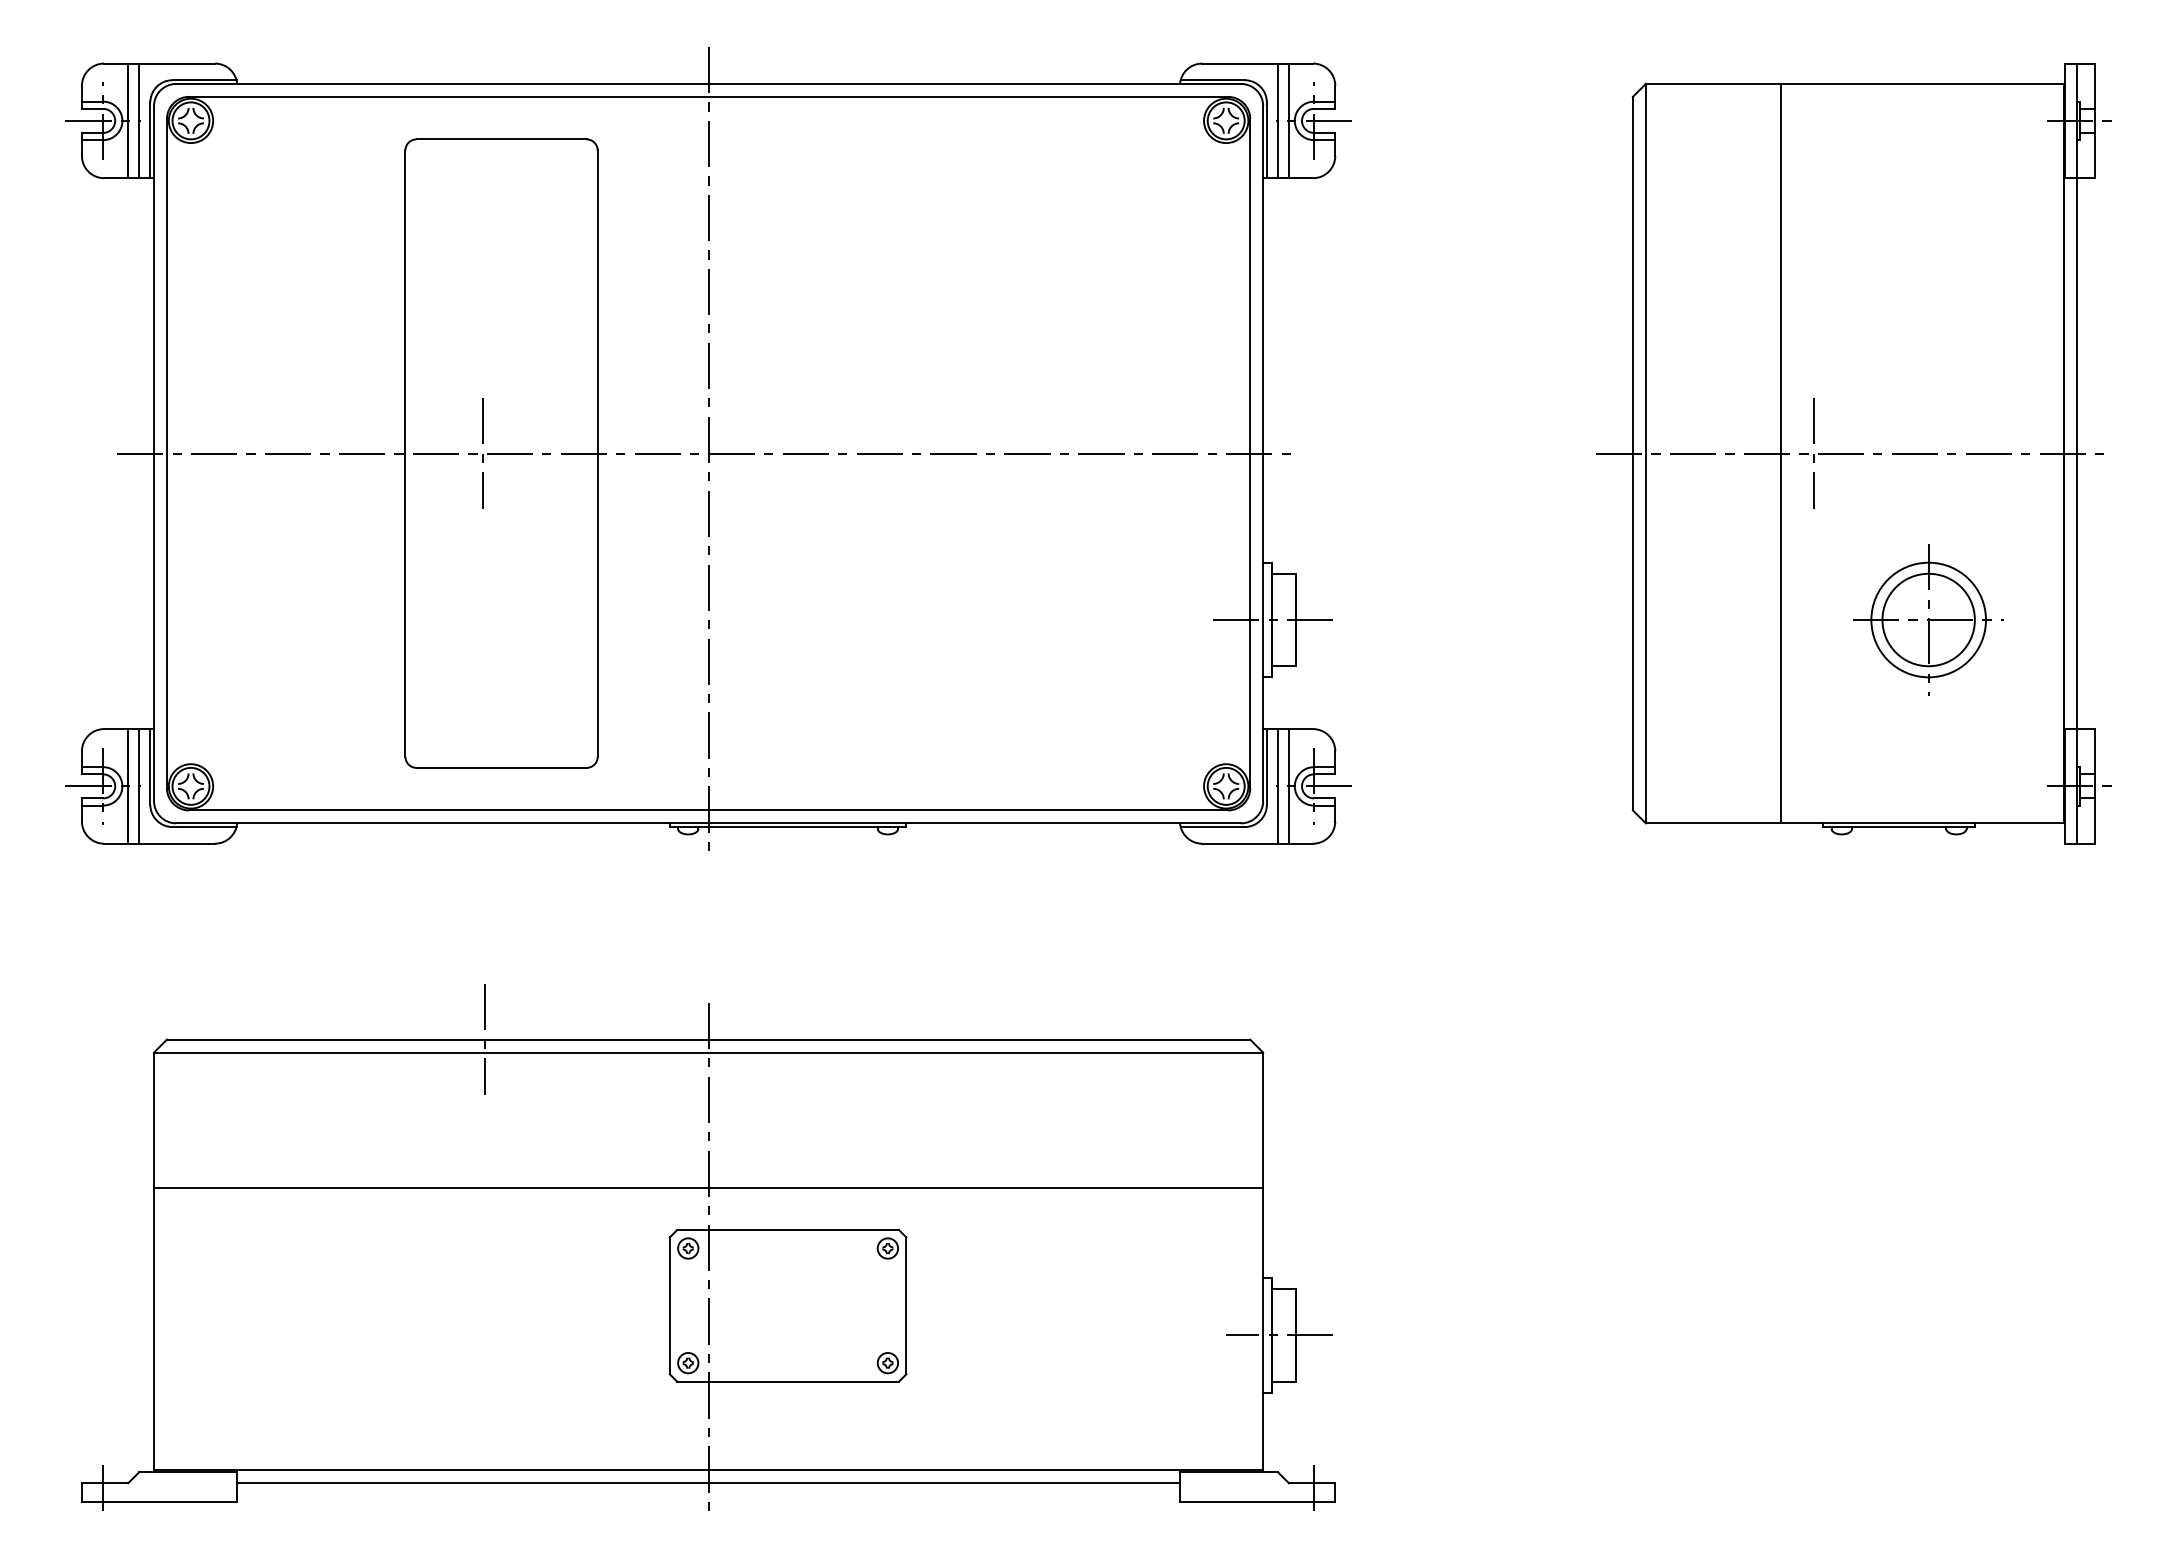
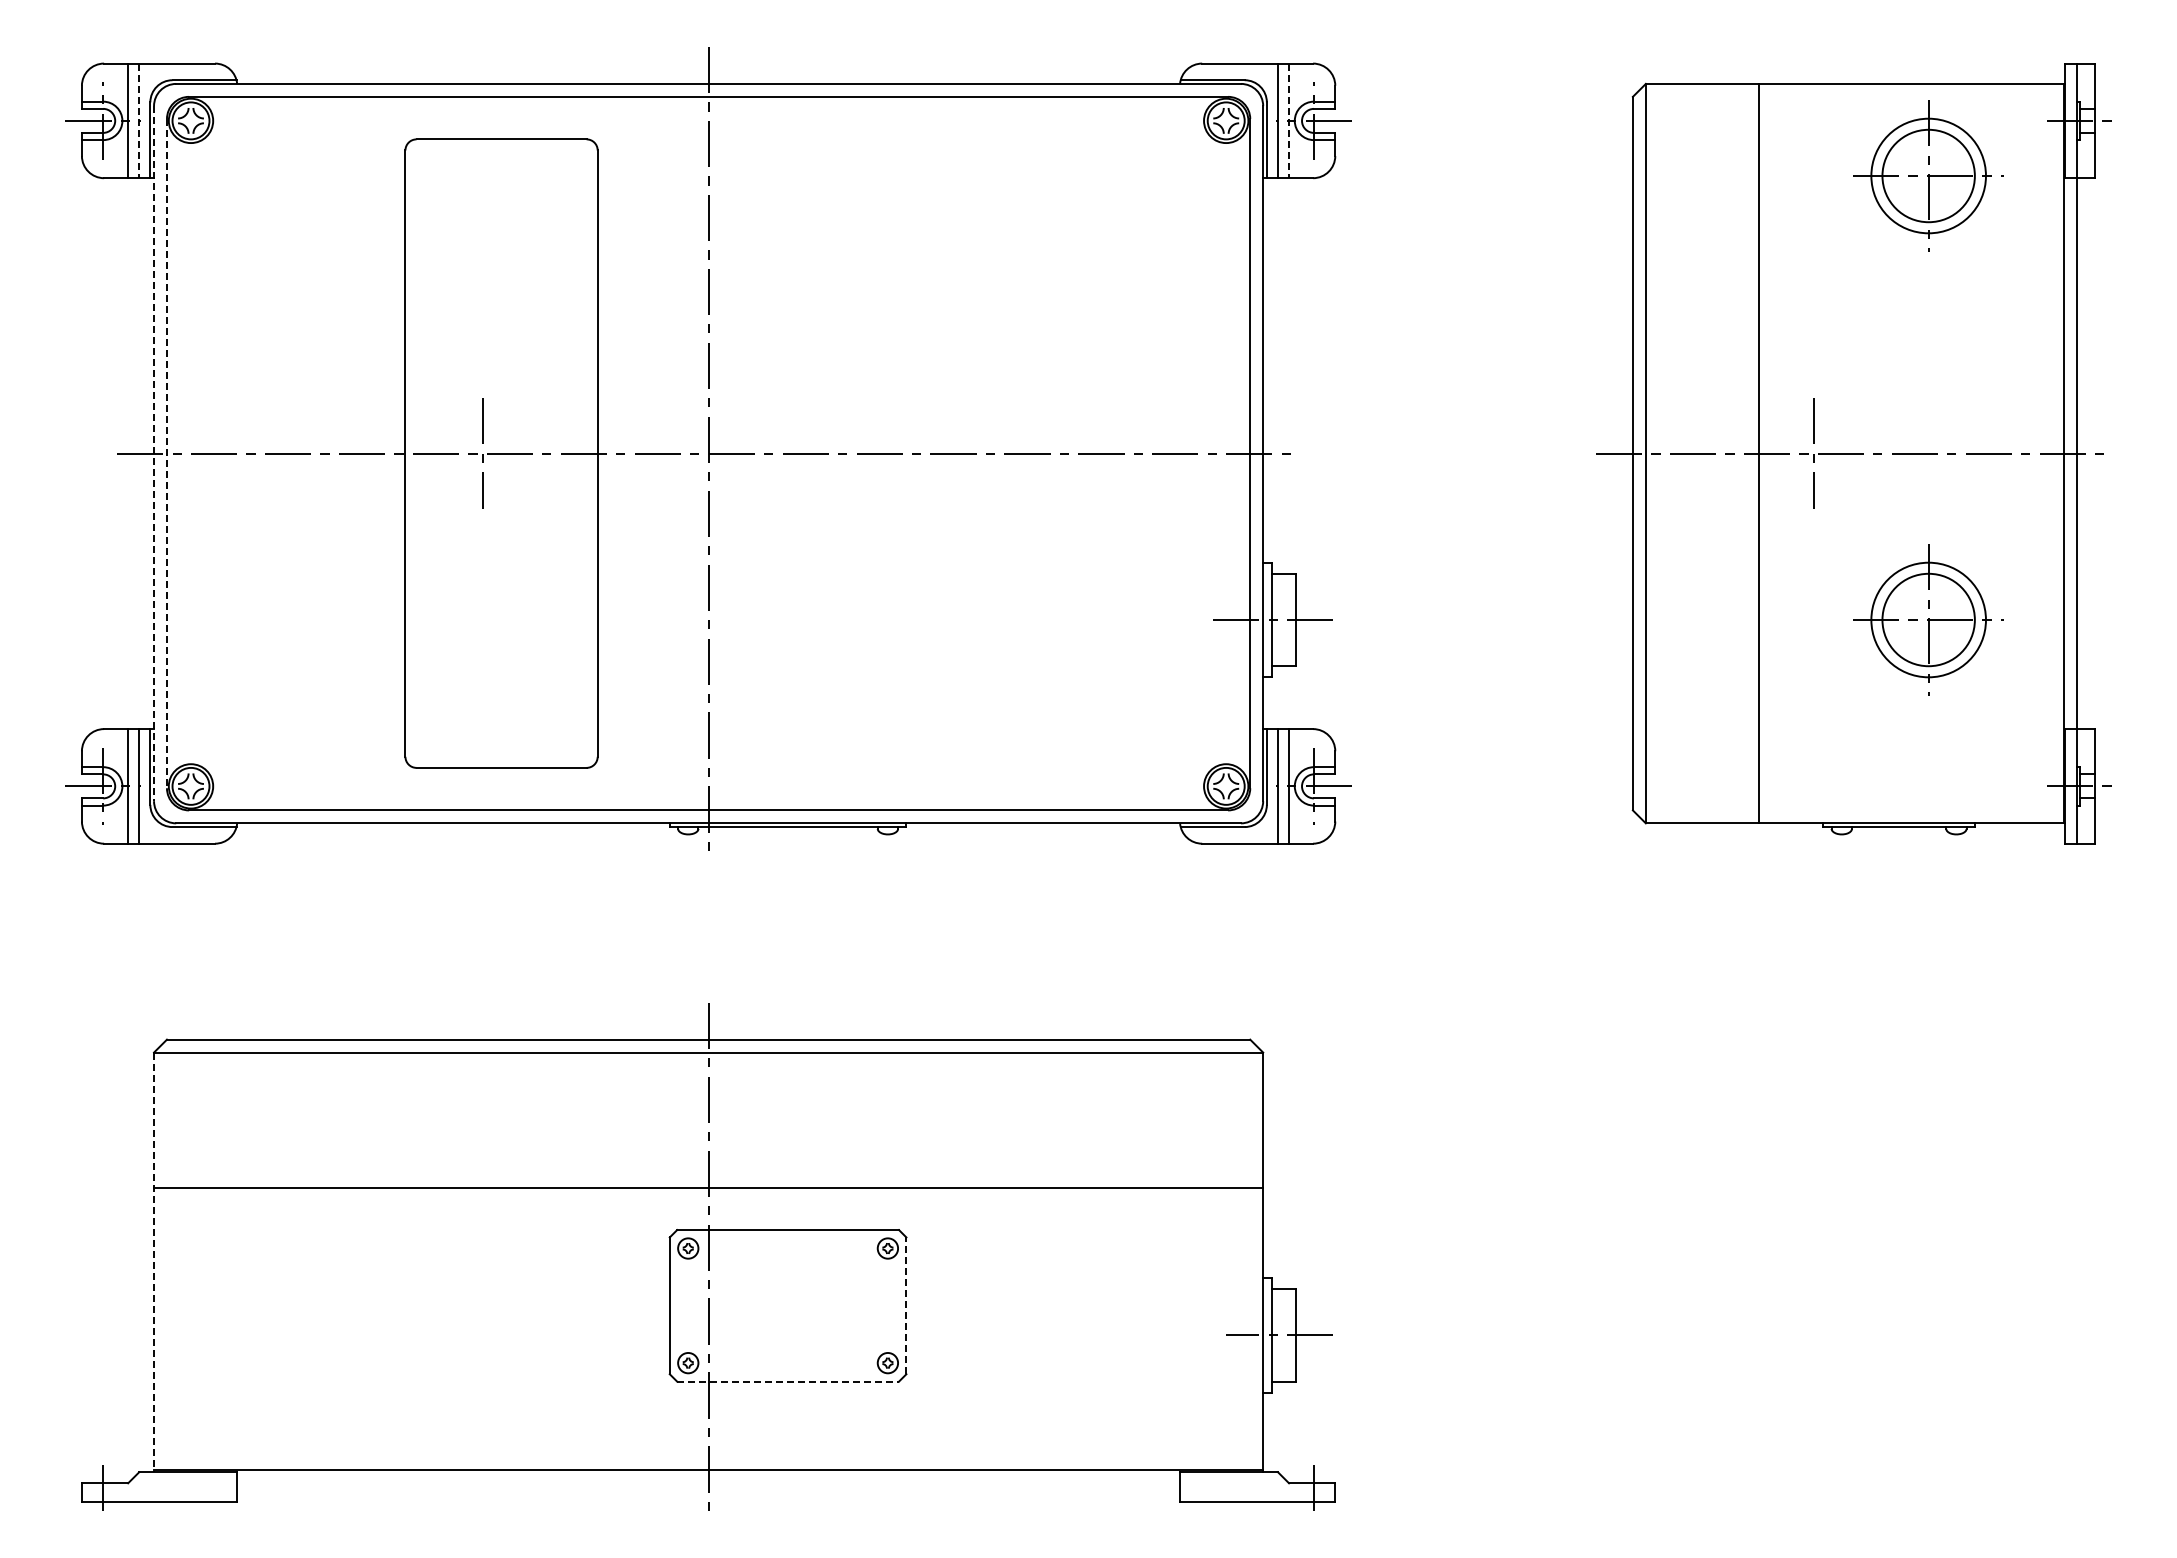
line at (139, 121): solid -> dashed
line at (1289, 121): solid -> dashed
part at (1928, 175): none -> present
line at (154, 453): solid -> dashed
line at (166, 453): solid -> dashed
line at (1780, 453) position: (1780, 453) -> (1758, 453)
line at (484, 1039): present -> none
line at (154, 1262): solid -> dashed
line at (906, 1305): solid -> dashed
line at (788, 1381): solid -> dashed
line at (708, 1483): present -> none
